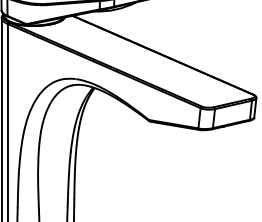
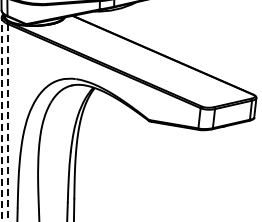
line at (1, 119): solid -> dashed
line at (7, 122): solid -> dashed
